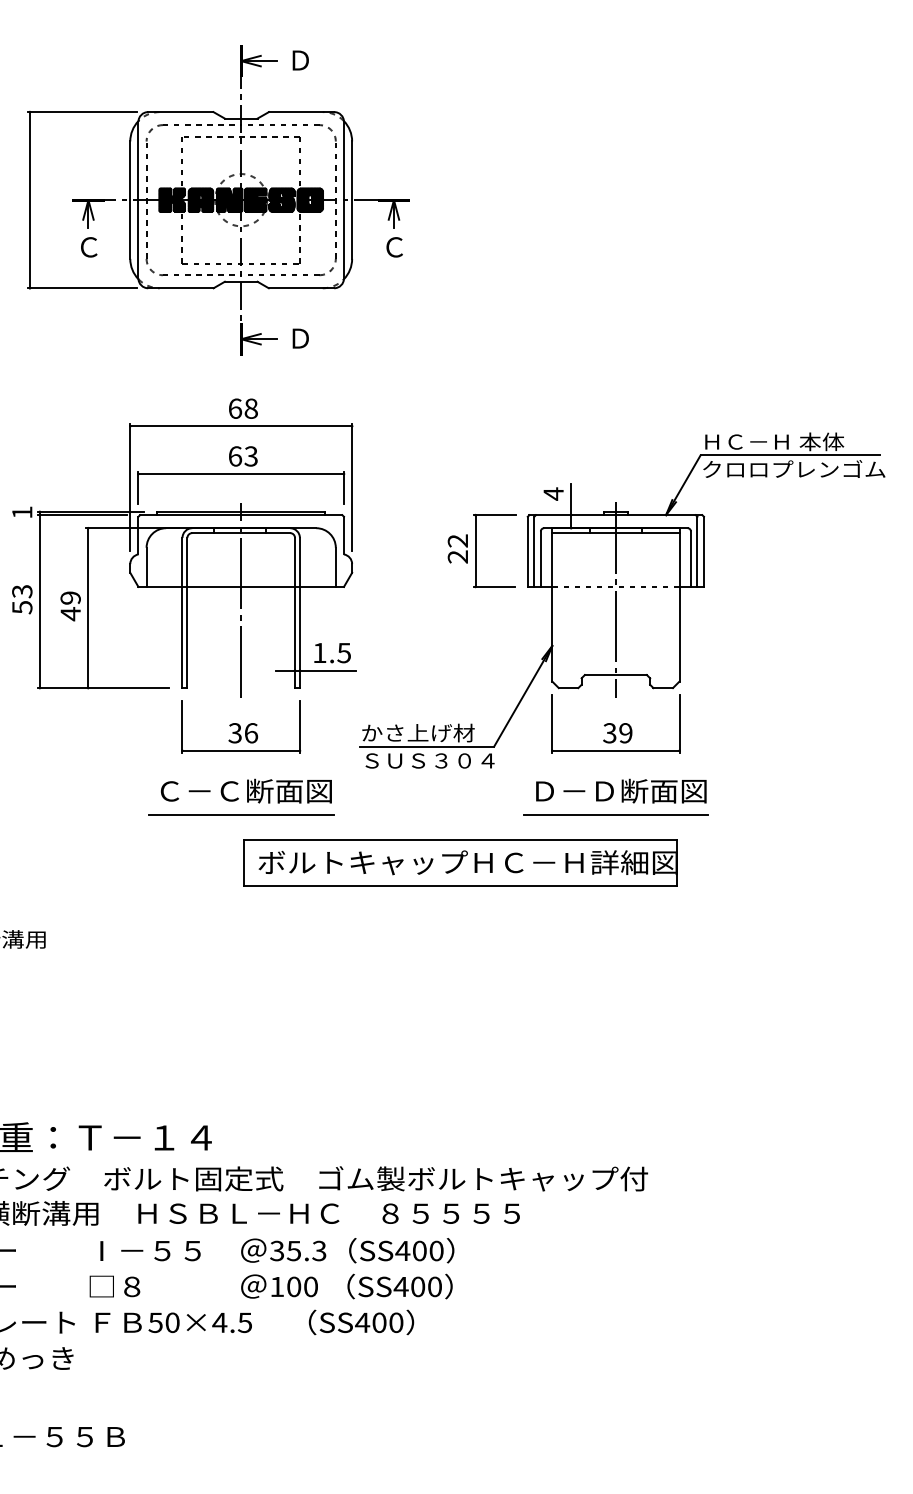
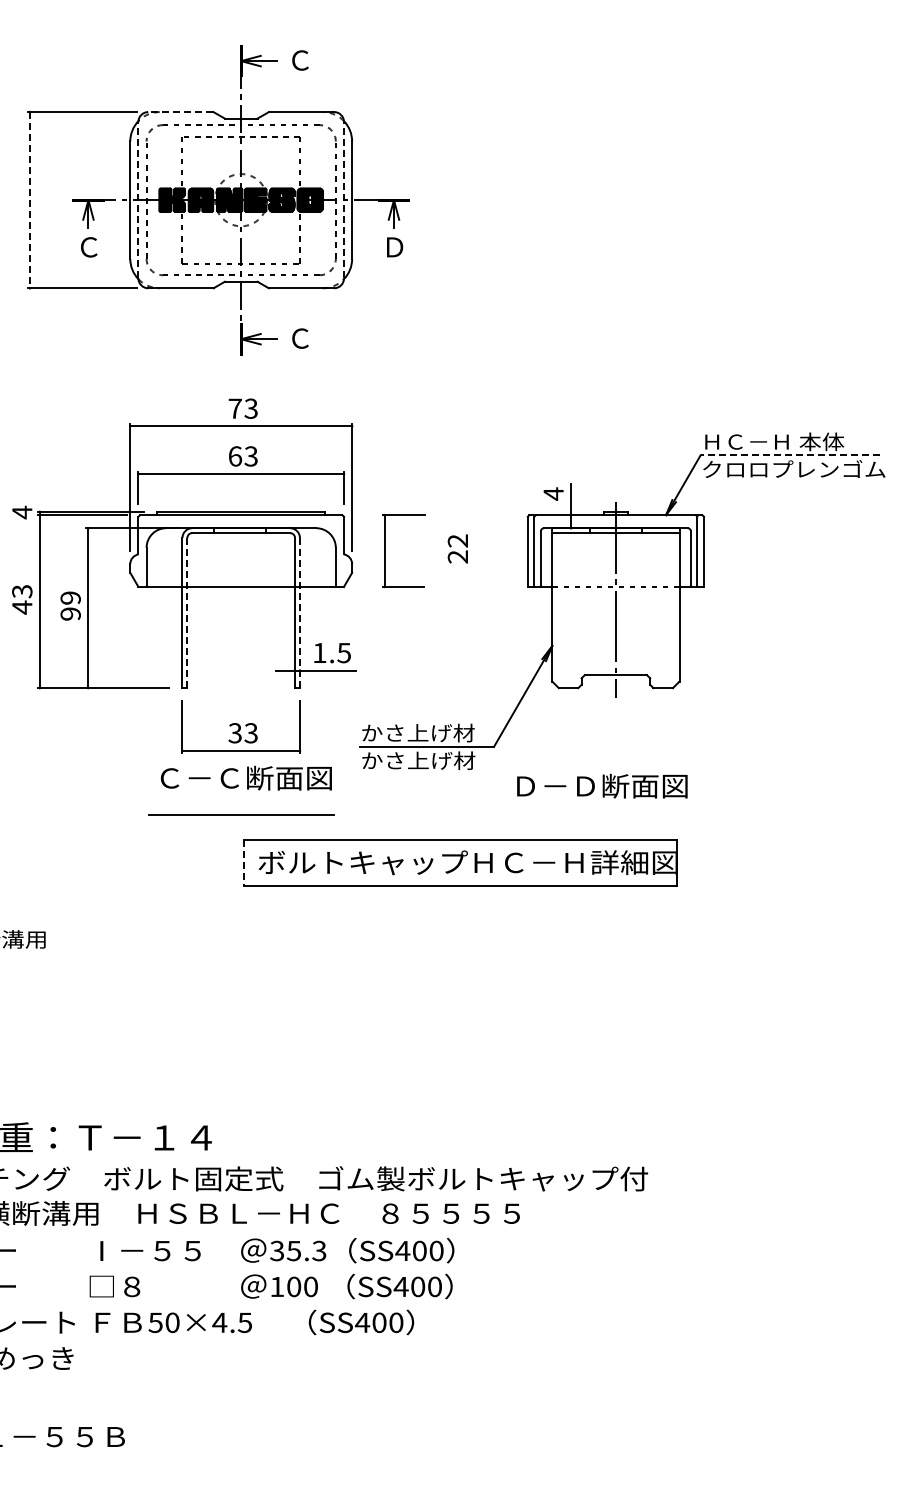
text at (300, 60): Ｄ -> Ｃ
line at (180, 112): solid -> dashed
line at (138, 199): solid -> dashed
line at (343, 199): solid -> dashed
line at (29, 200): solid -> dashed
text at (394, 247): Ｃ -> Ｄ
text at (300, 338): Ｄ -> Ｃ
text at (242, 408): 68 -> 73
line at (790, 455): solid -> dashed
text at (22, 512): 1 -> 4
part at (476, 551) position: (476, 551) -> (385, 551)
line at (241, 599): present -> none
text at (22, 607): 53 -> 43
line at (187, 613): solid -> dashed
line at (299, 613): solid -> dashed
text at (70, 614): 49 -> 99
part at (615, 723): present -> none
text at (251, 733): 36 -> 33
text at (428, 760): ＳＵＳ３０４ -> かさ上げ材
text at (245, 790) position: (245, 790) -> (245, 777)
text at (621, 790) position: (621, 790) -> (602, 785)
line at (615, 814): present -> none
line at (243, 862): solid -> dashed
